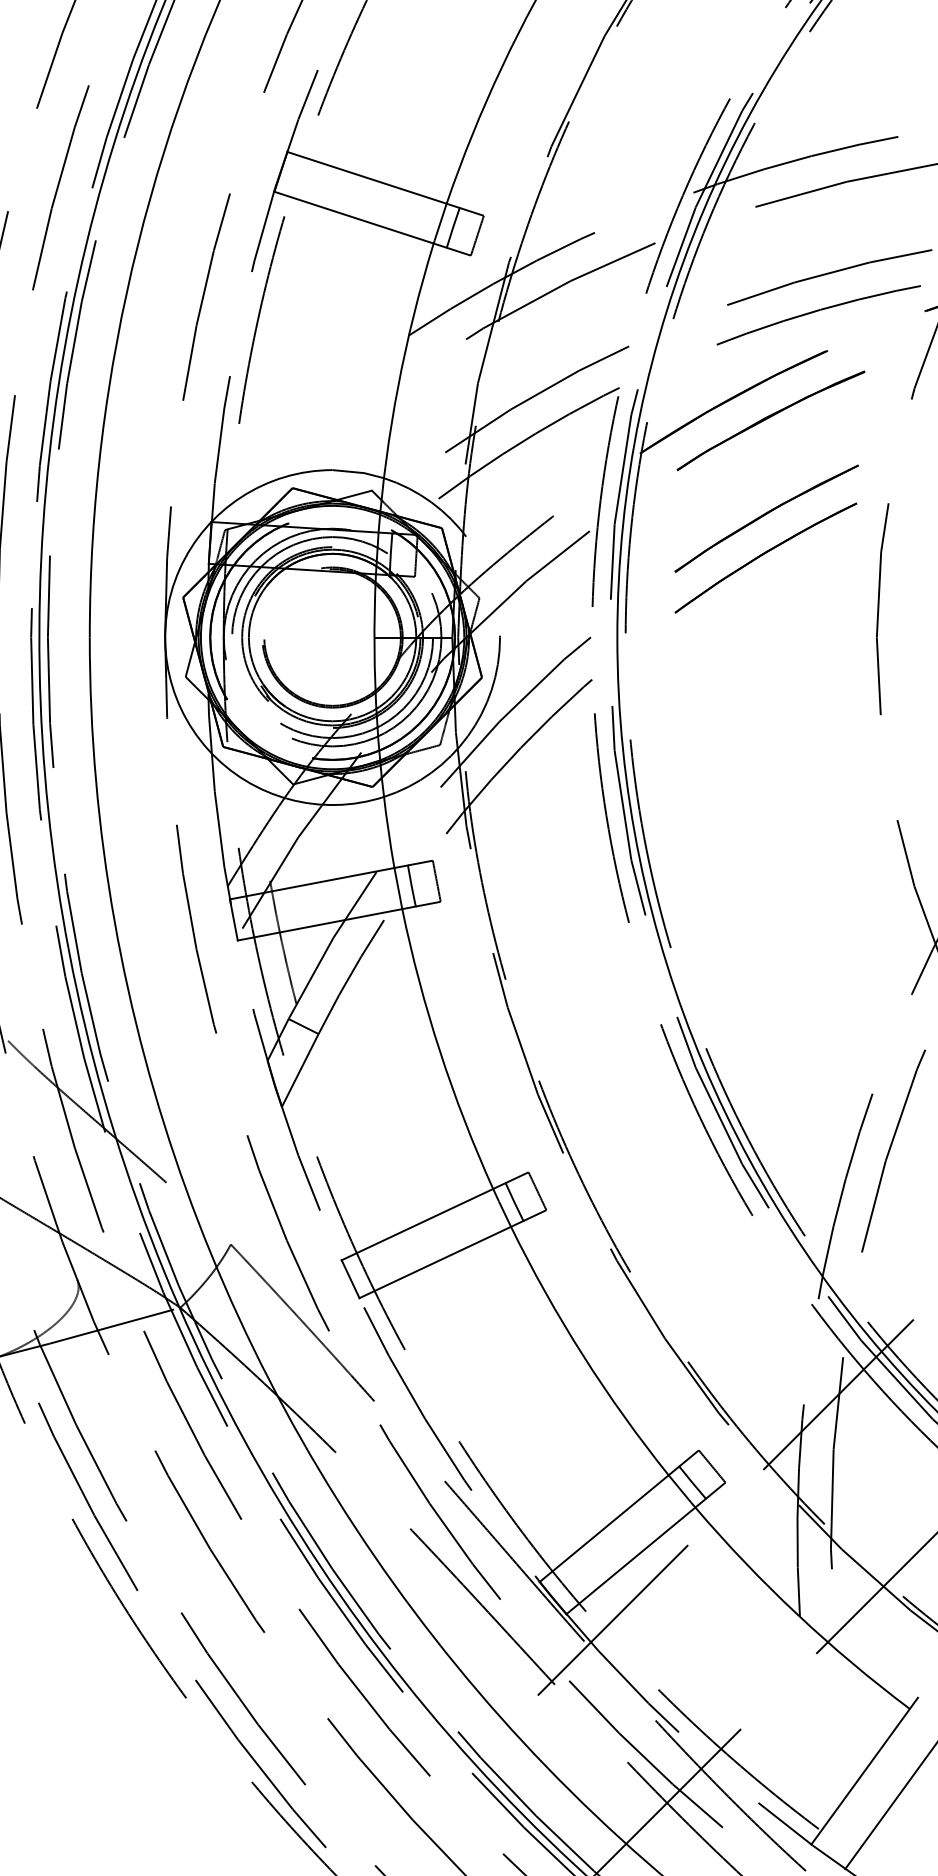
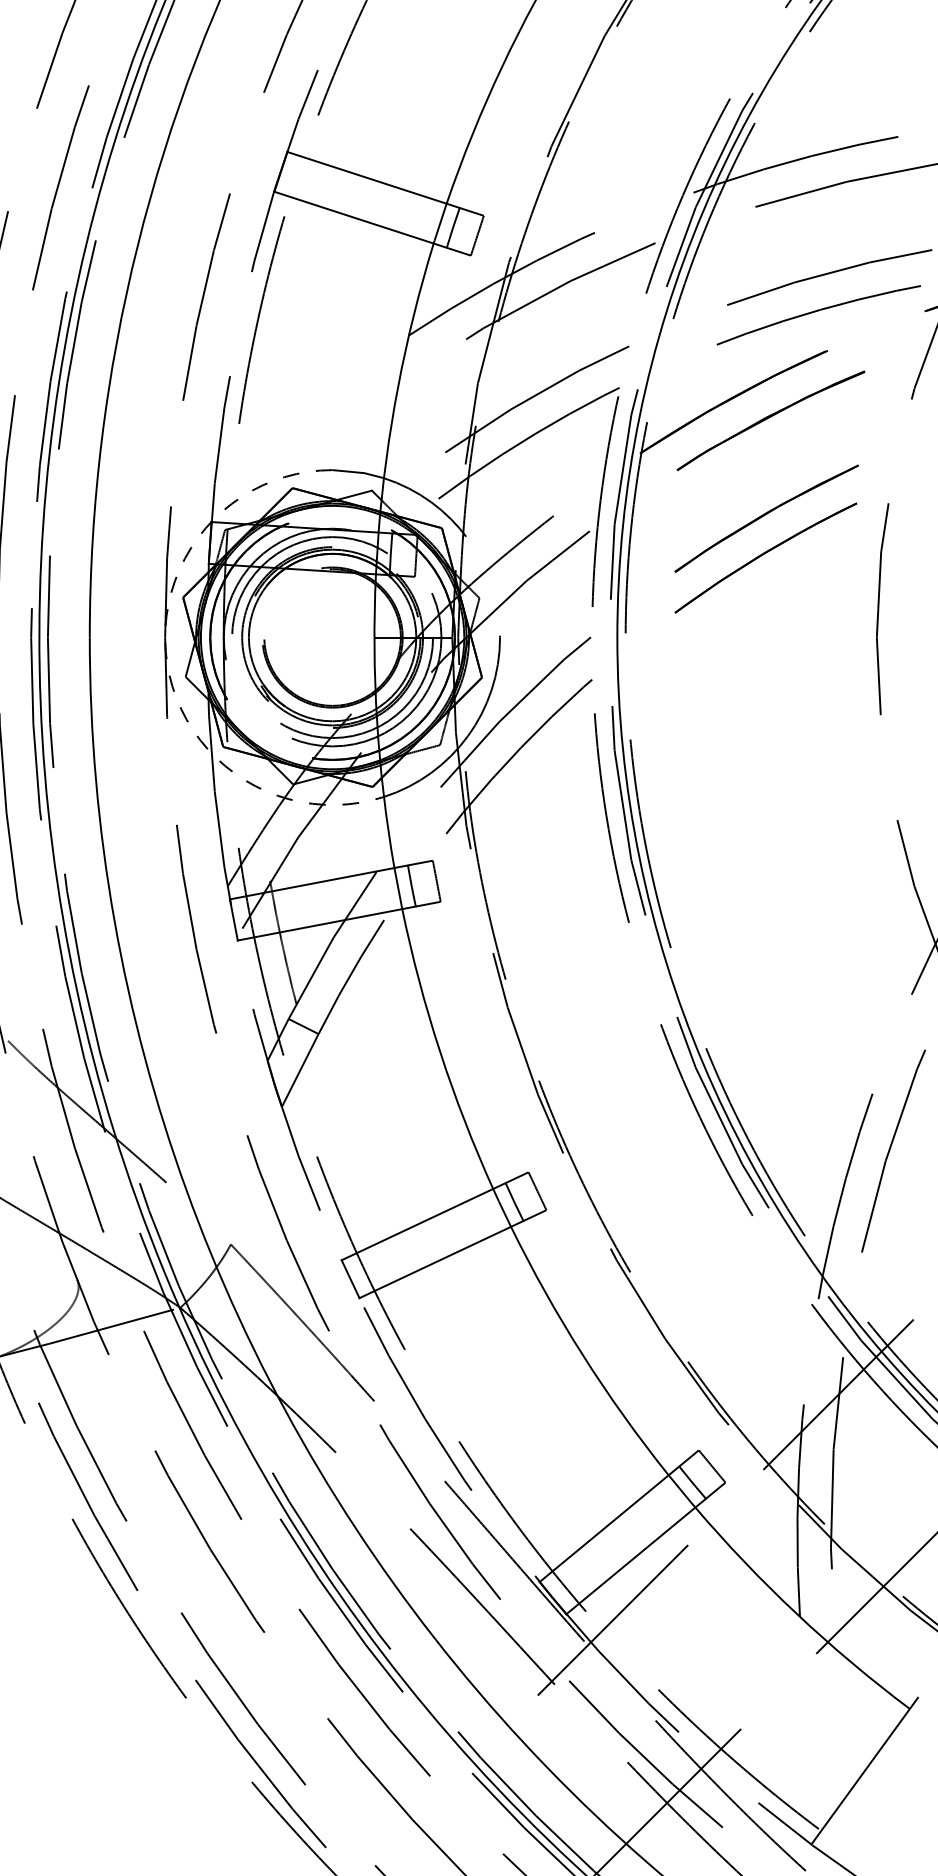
arc at (167, 663): solid -> dashed
line at (889, 1807): present -> none
